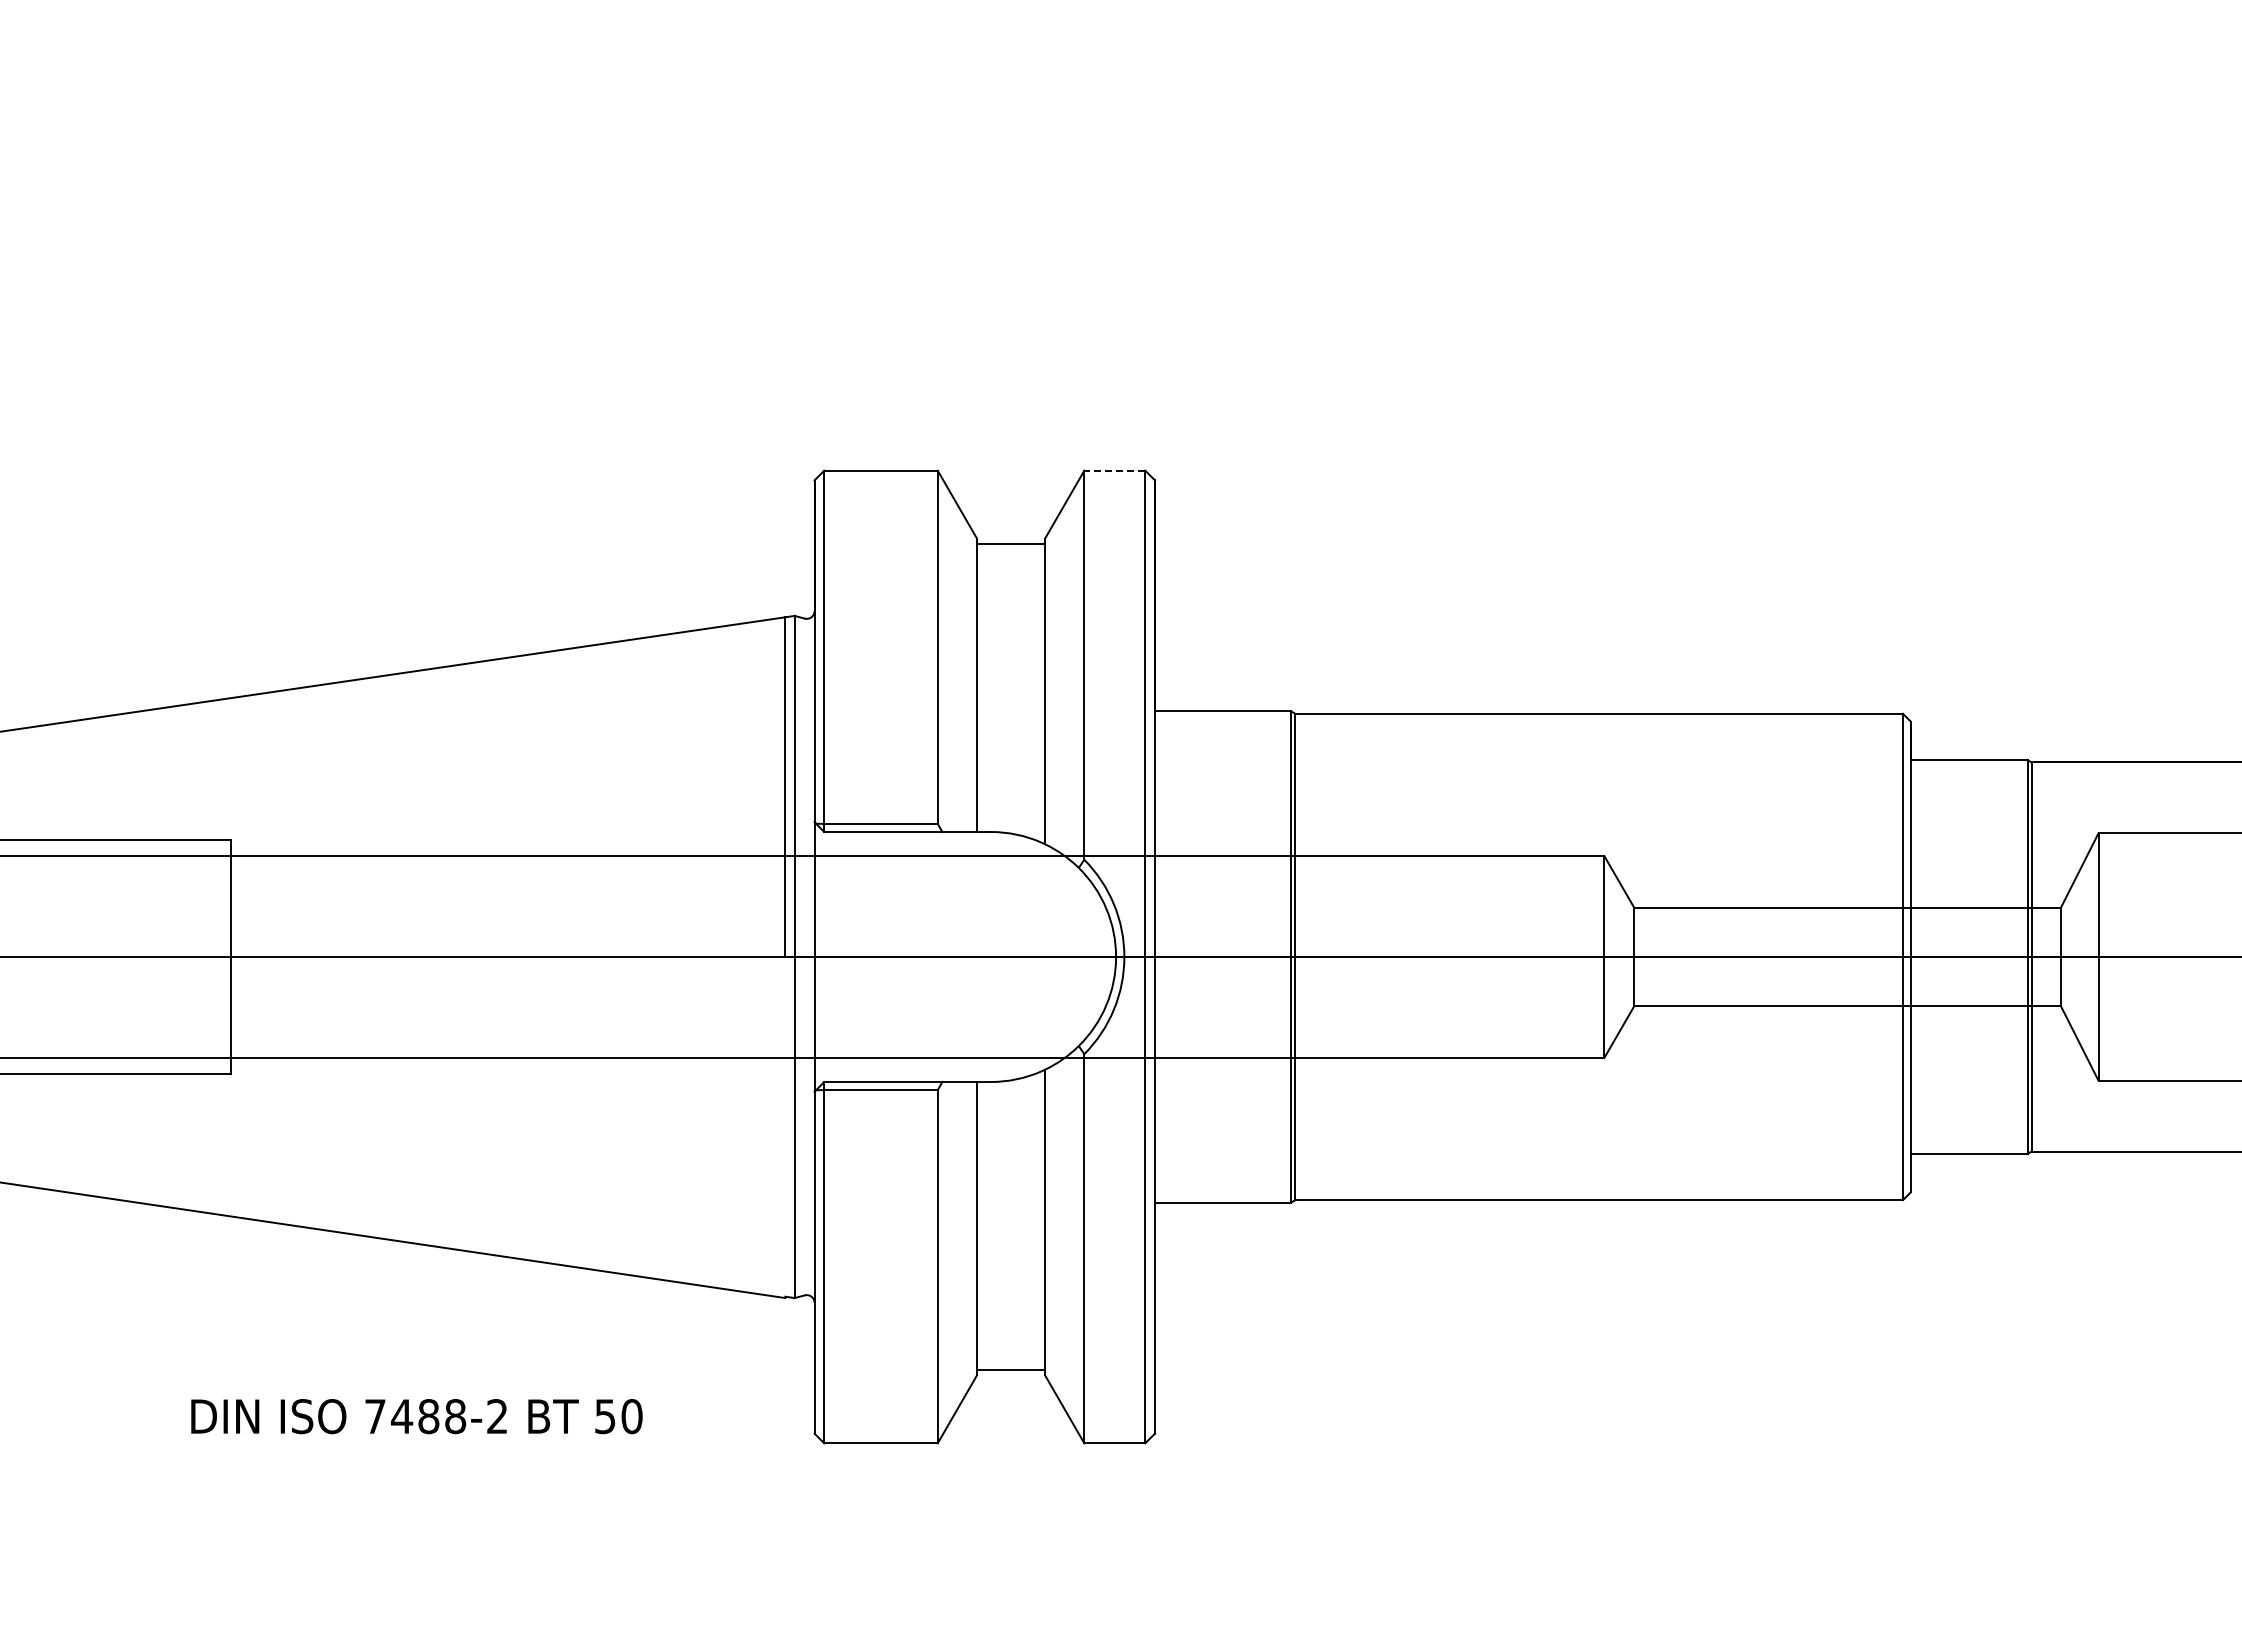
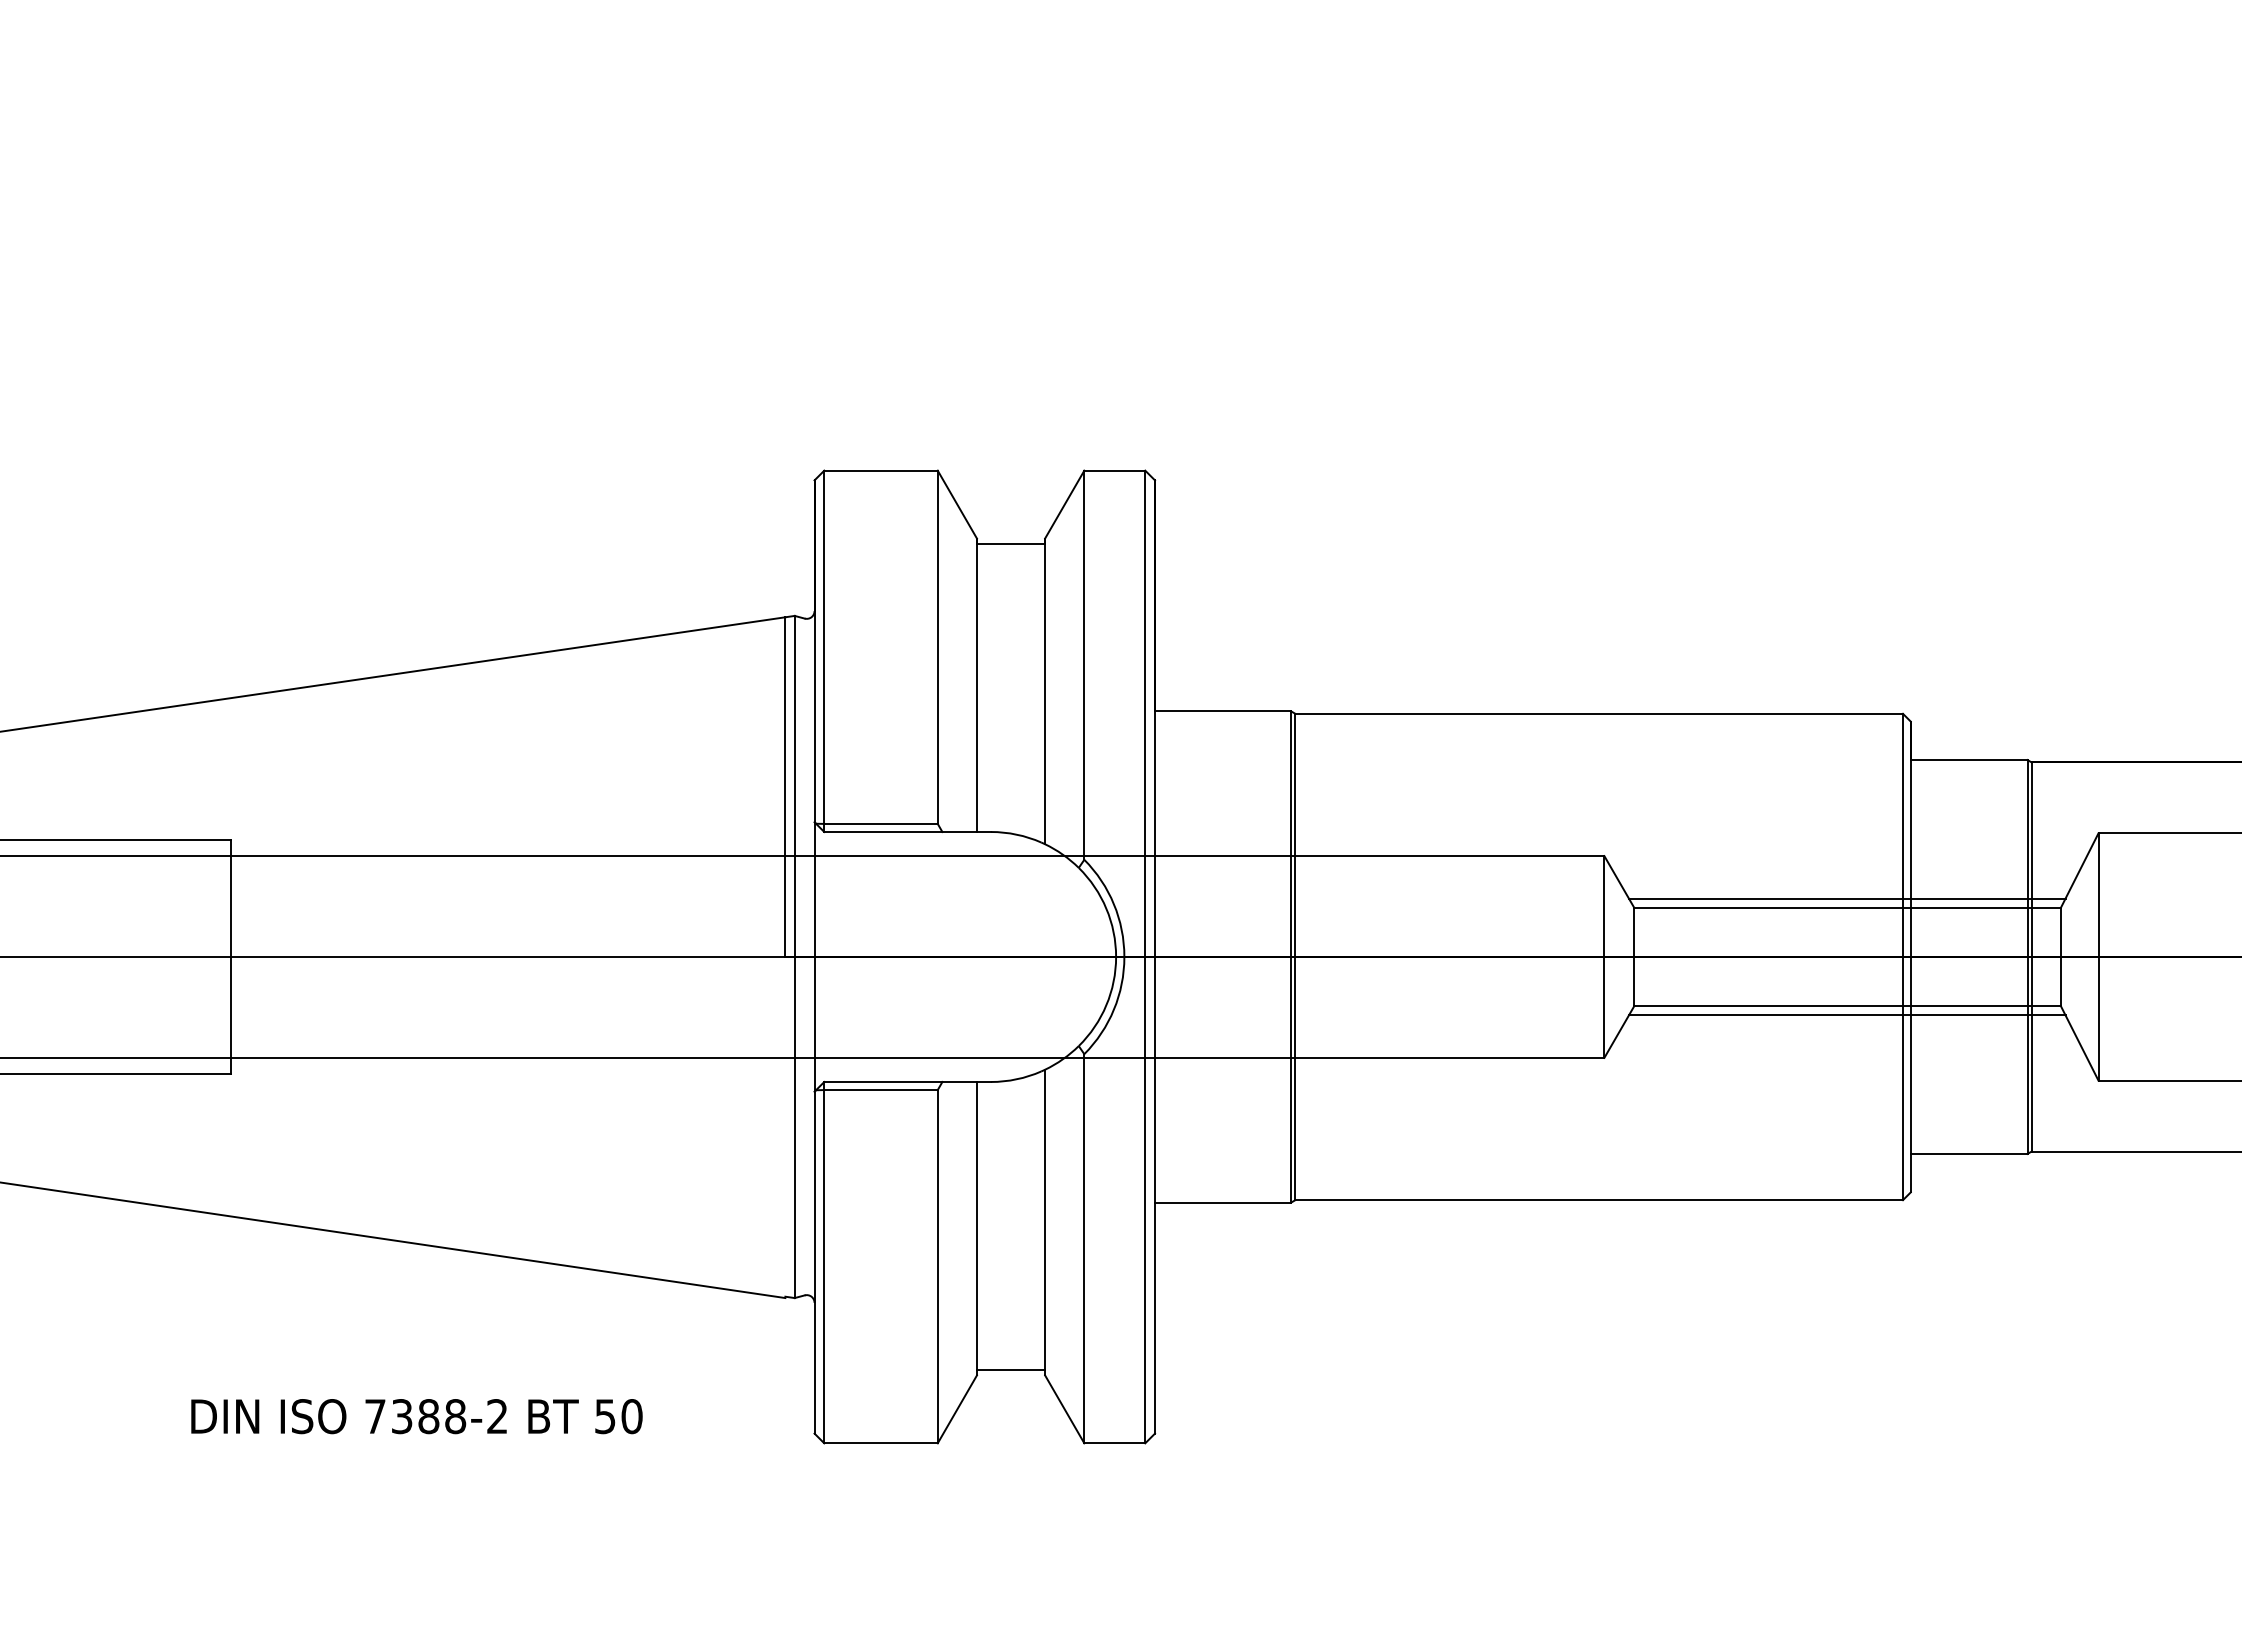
line at (1114, 470): dashed -> solid
line at (1847, 898): none -> present
line at (1847, 1015): none -> present
text at (402, 1416): 7488-2 -> 7388-2
